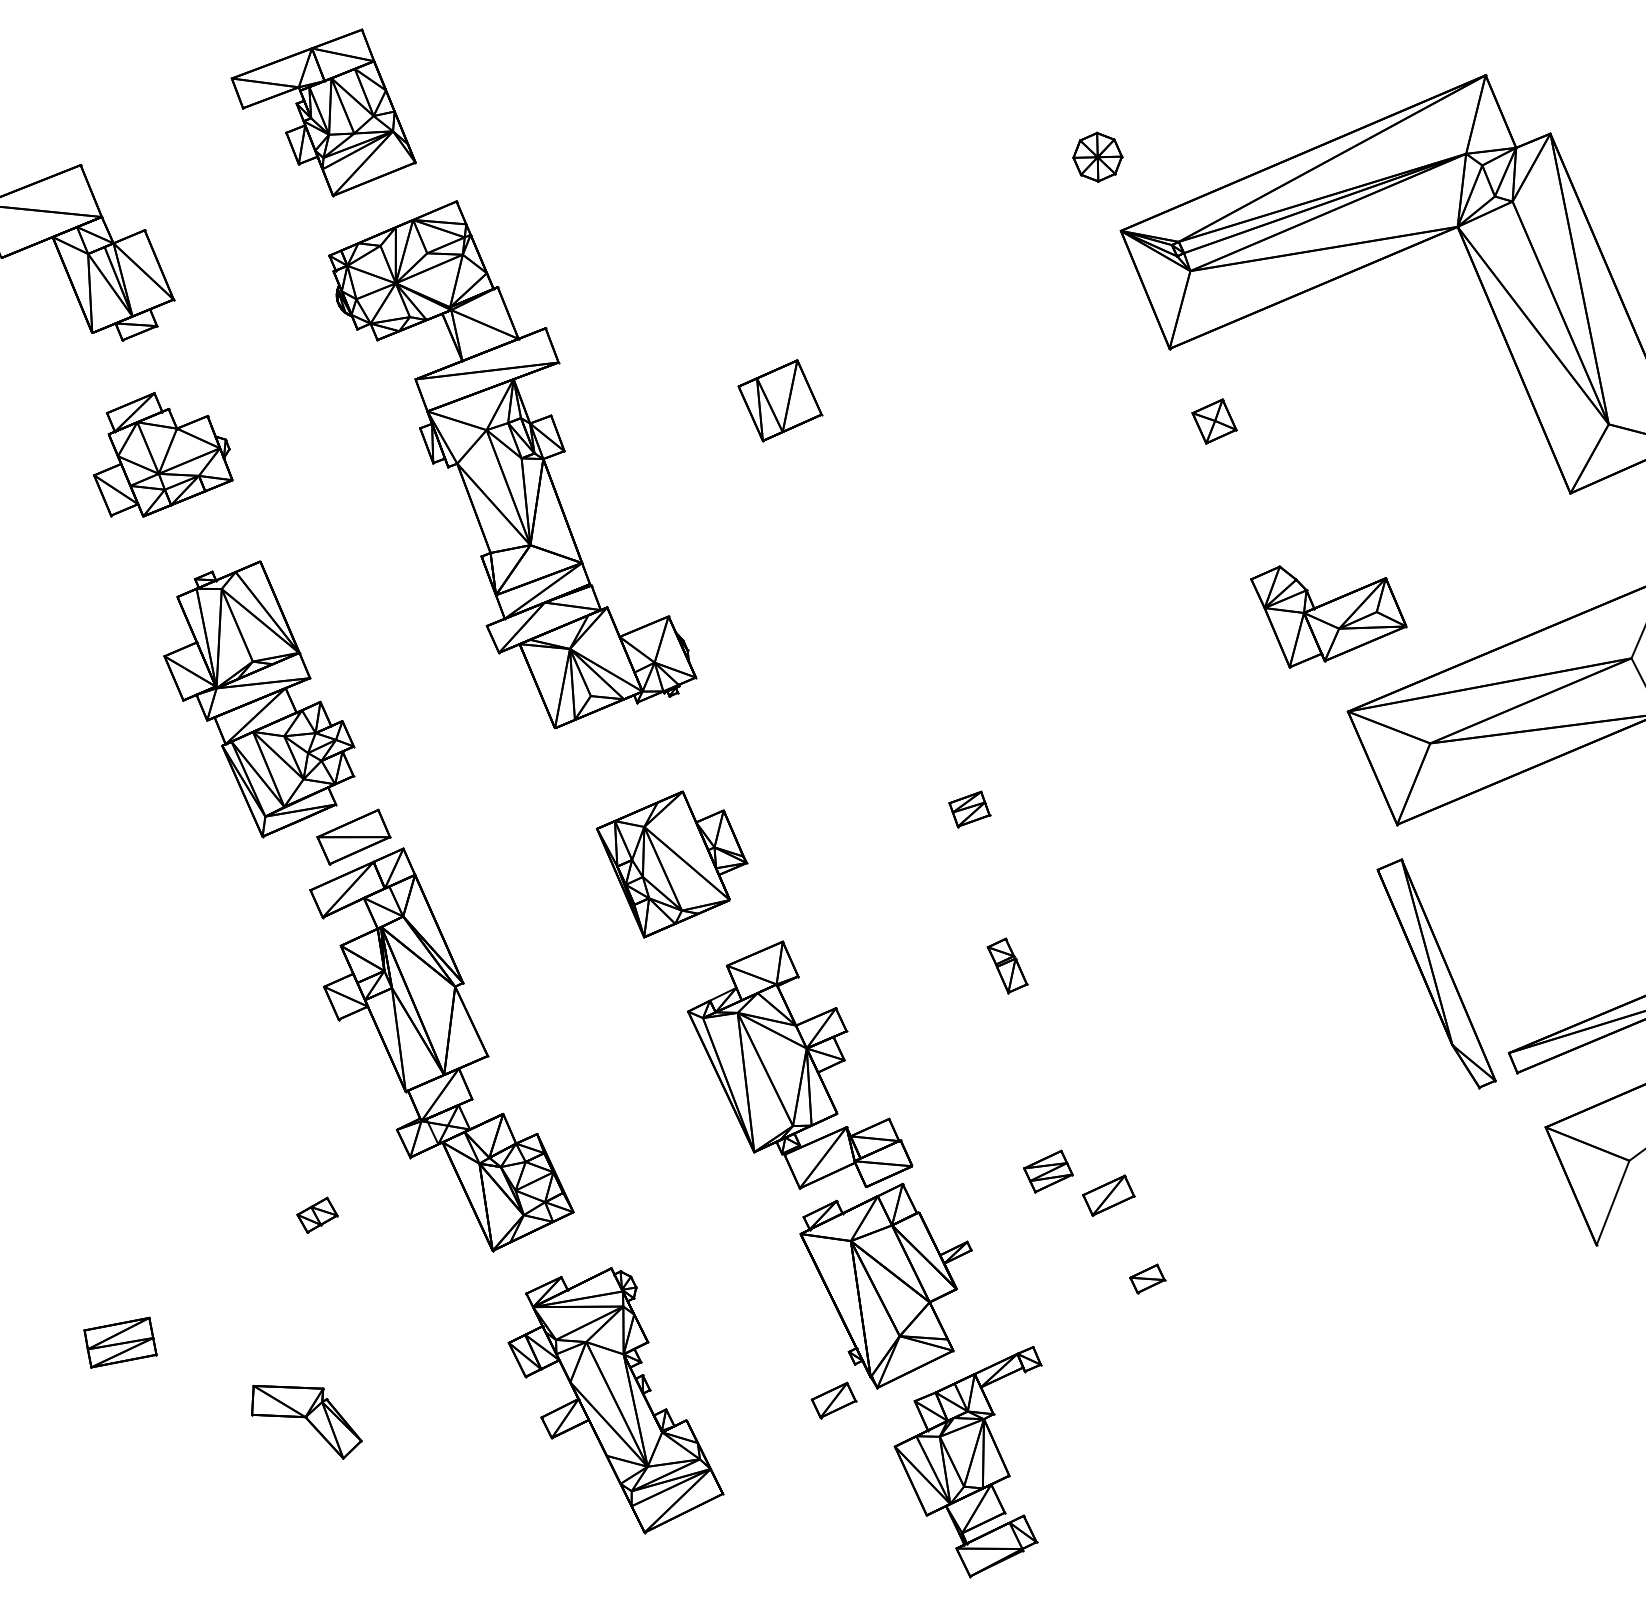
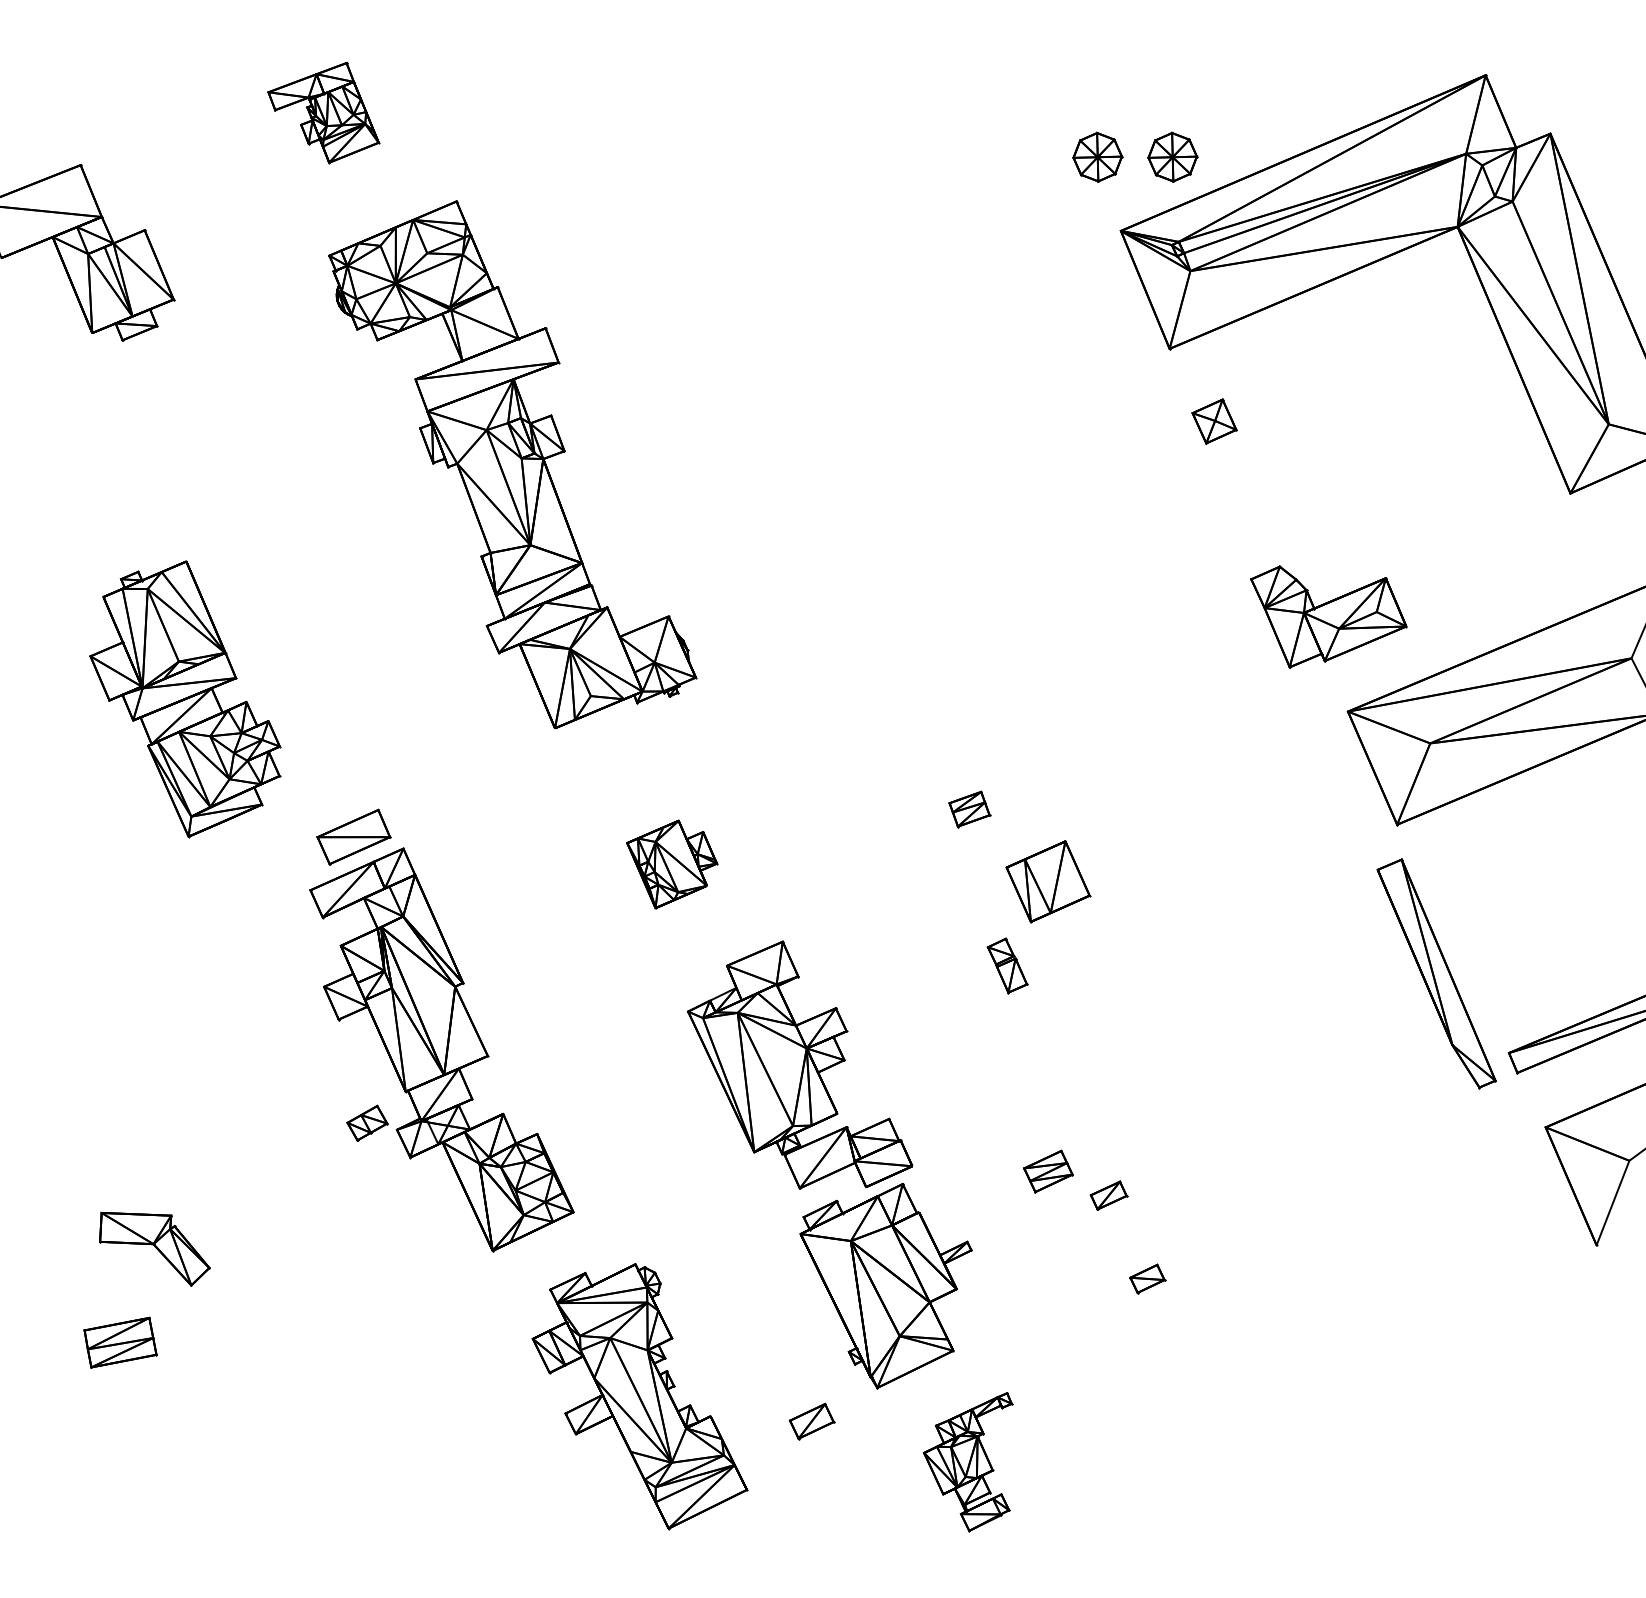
part at (323, 112) size: 187x170 px -> 114x104 px
part at (1172, 156): none -> present
part at (780, 400) position: (780, 400) -> (1048, 881)
part at (163, 454): present -> none
part at (259, 699) position: (259, 699) -> (185, 699)
part at (672, 864) size: 153x149 px -> 93x91 px
part at (1108, 1195) size: 54x43 px -> 40x31 px
part at (317, 1214) position: (317, 1214) -> (367, 1122)
part at (615, 1400) position: (615, 1400) -> (639, 1396)
part at (833, 1400) position: (833, 1400) -> (811, 1421)
part at (306, 1421) position: (306, 1421) -> (154, 1248)
part at (967, 1462) size: 150x233 px -> 92x141 px
